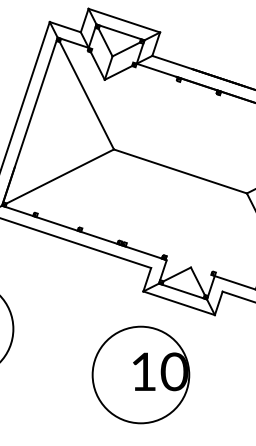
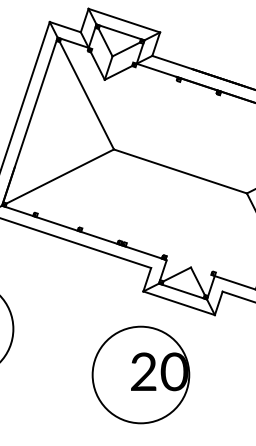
text at (143, 371): 10 -> 20
